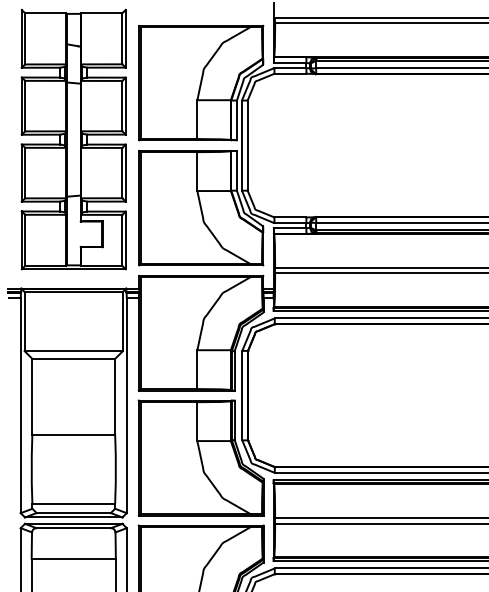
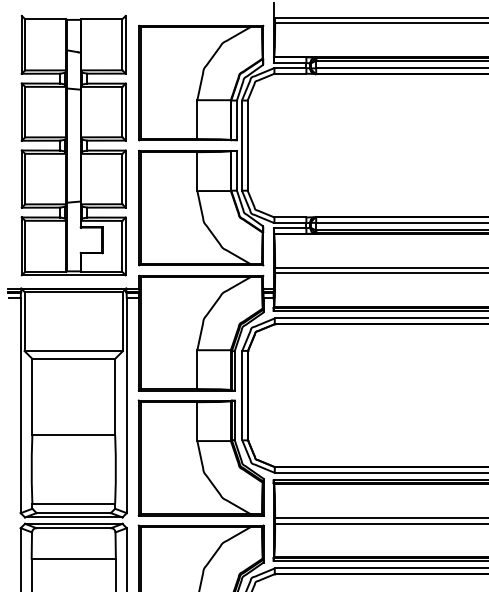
part at (73, 139) position: (73, 139) -> (73, 145)
